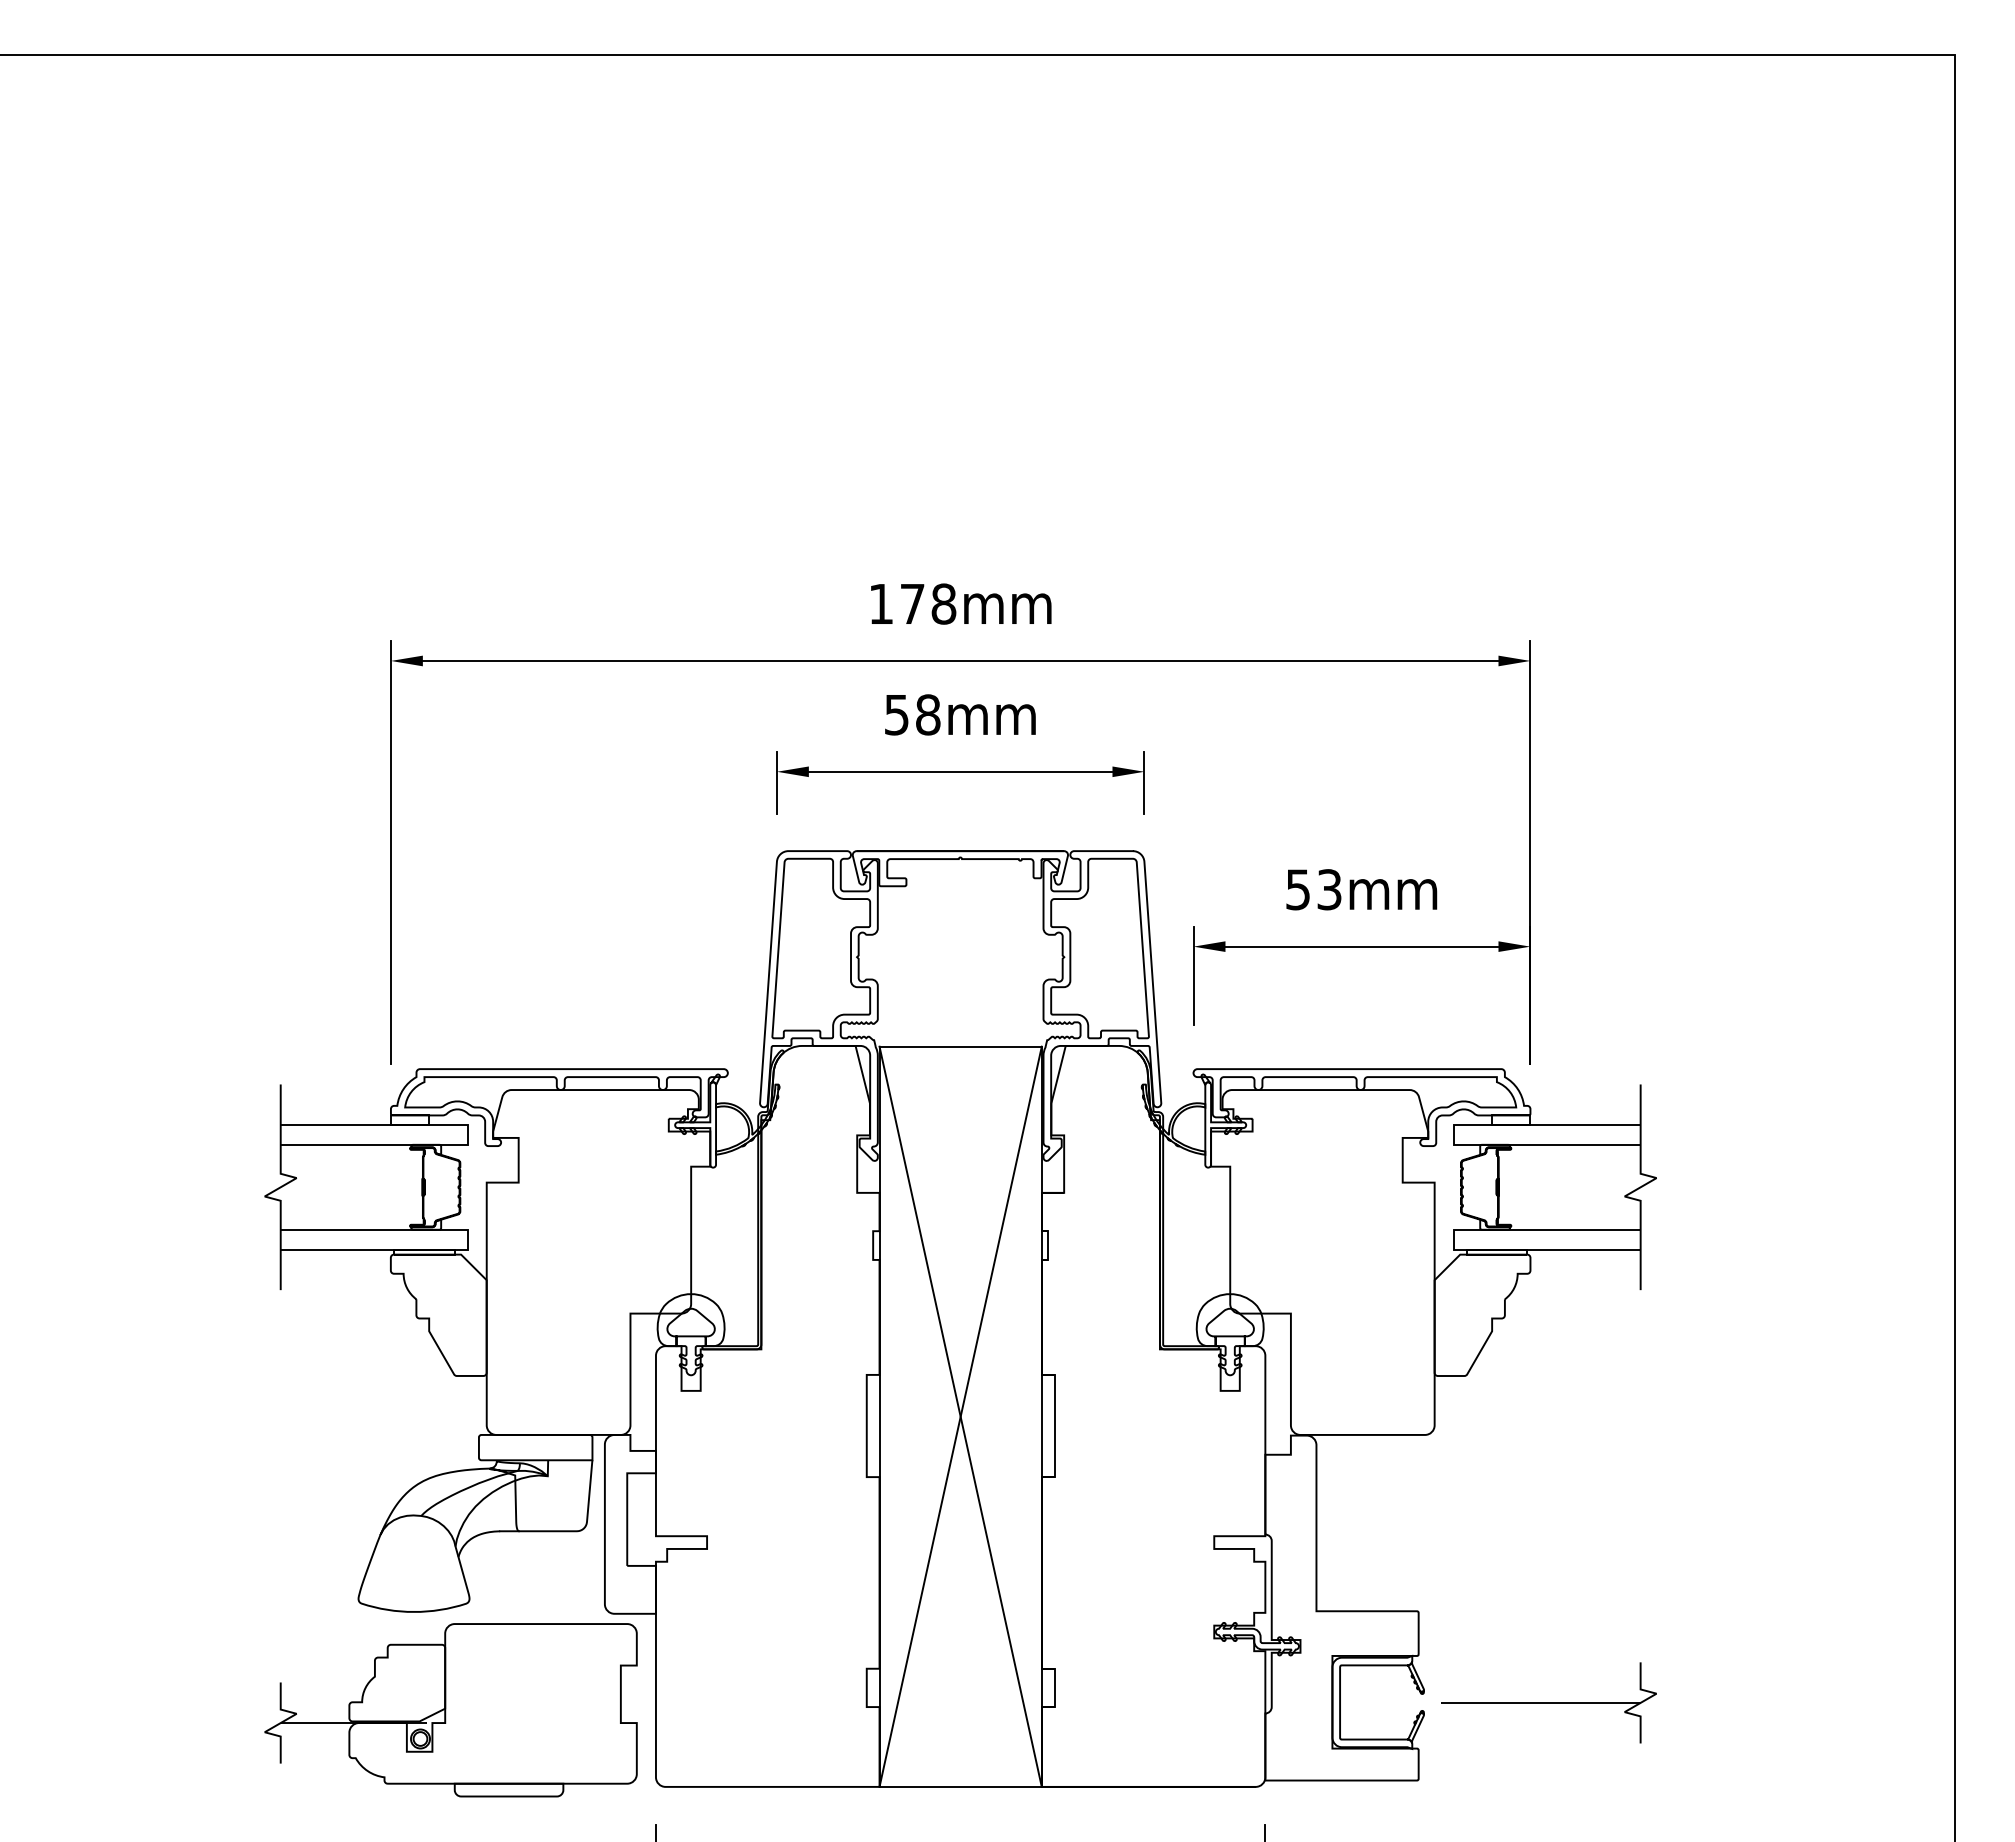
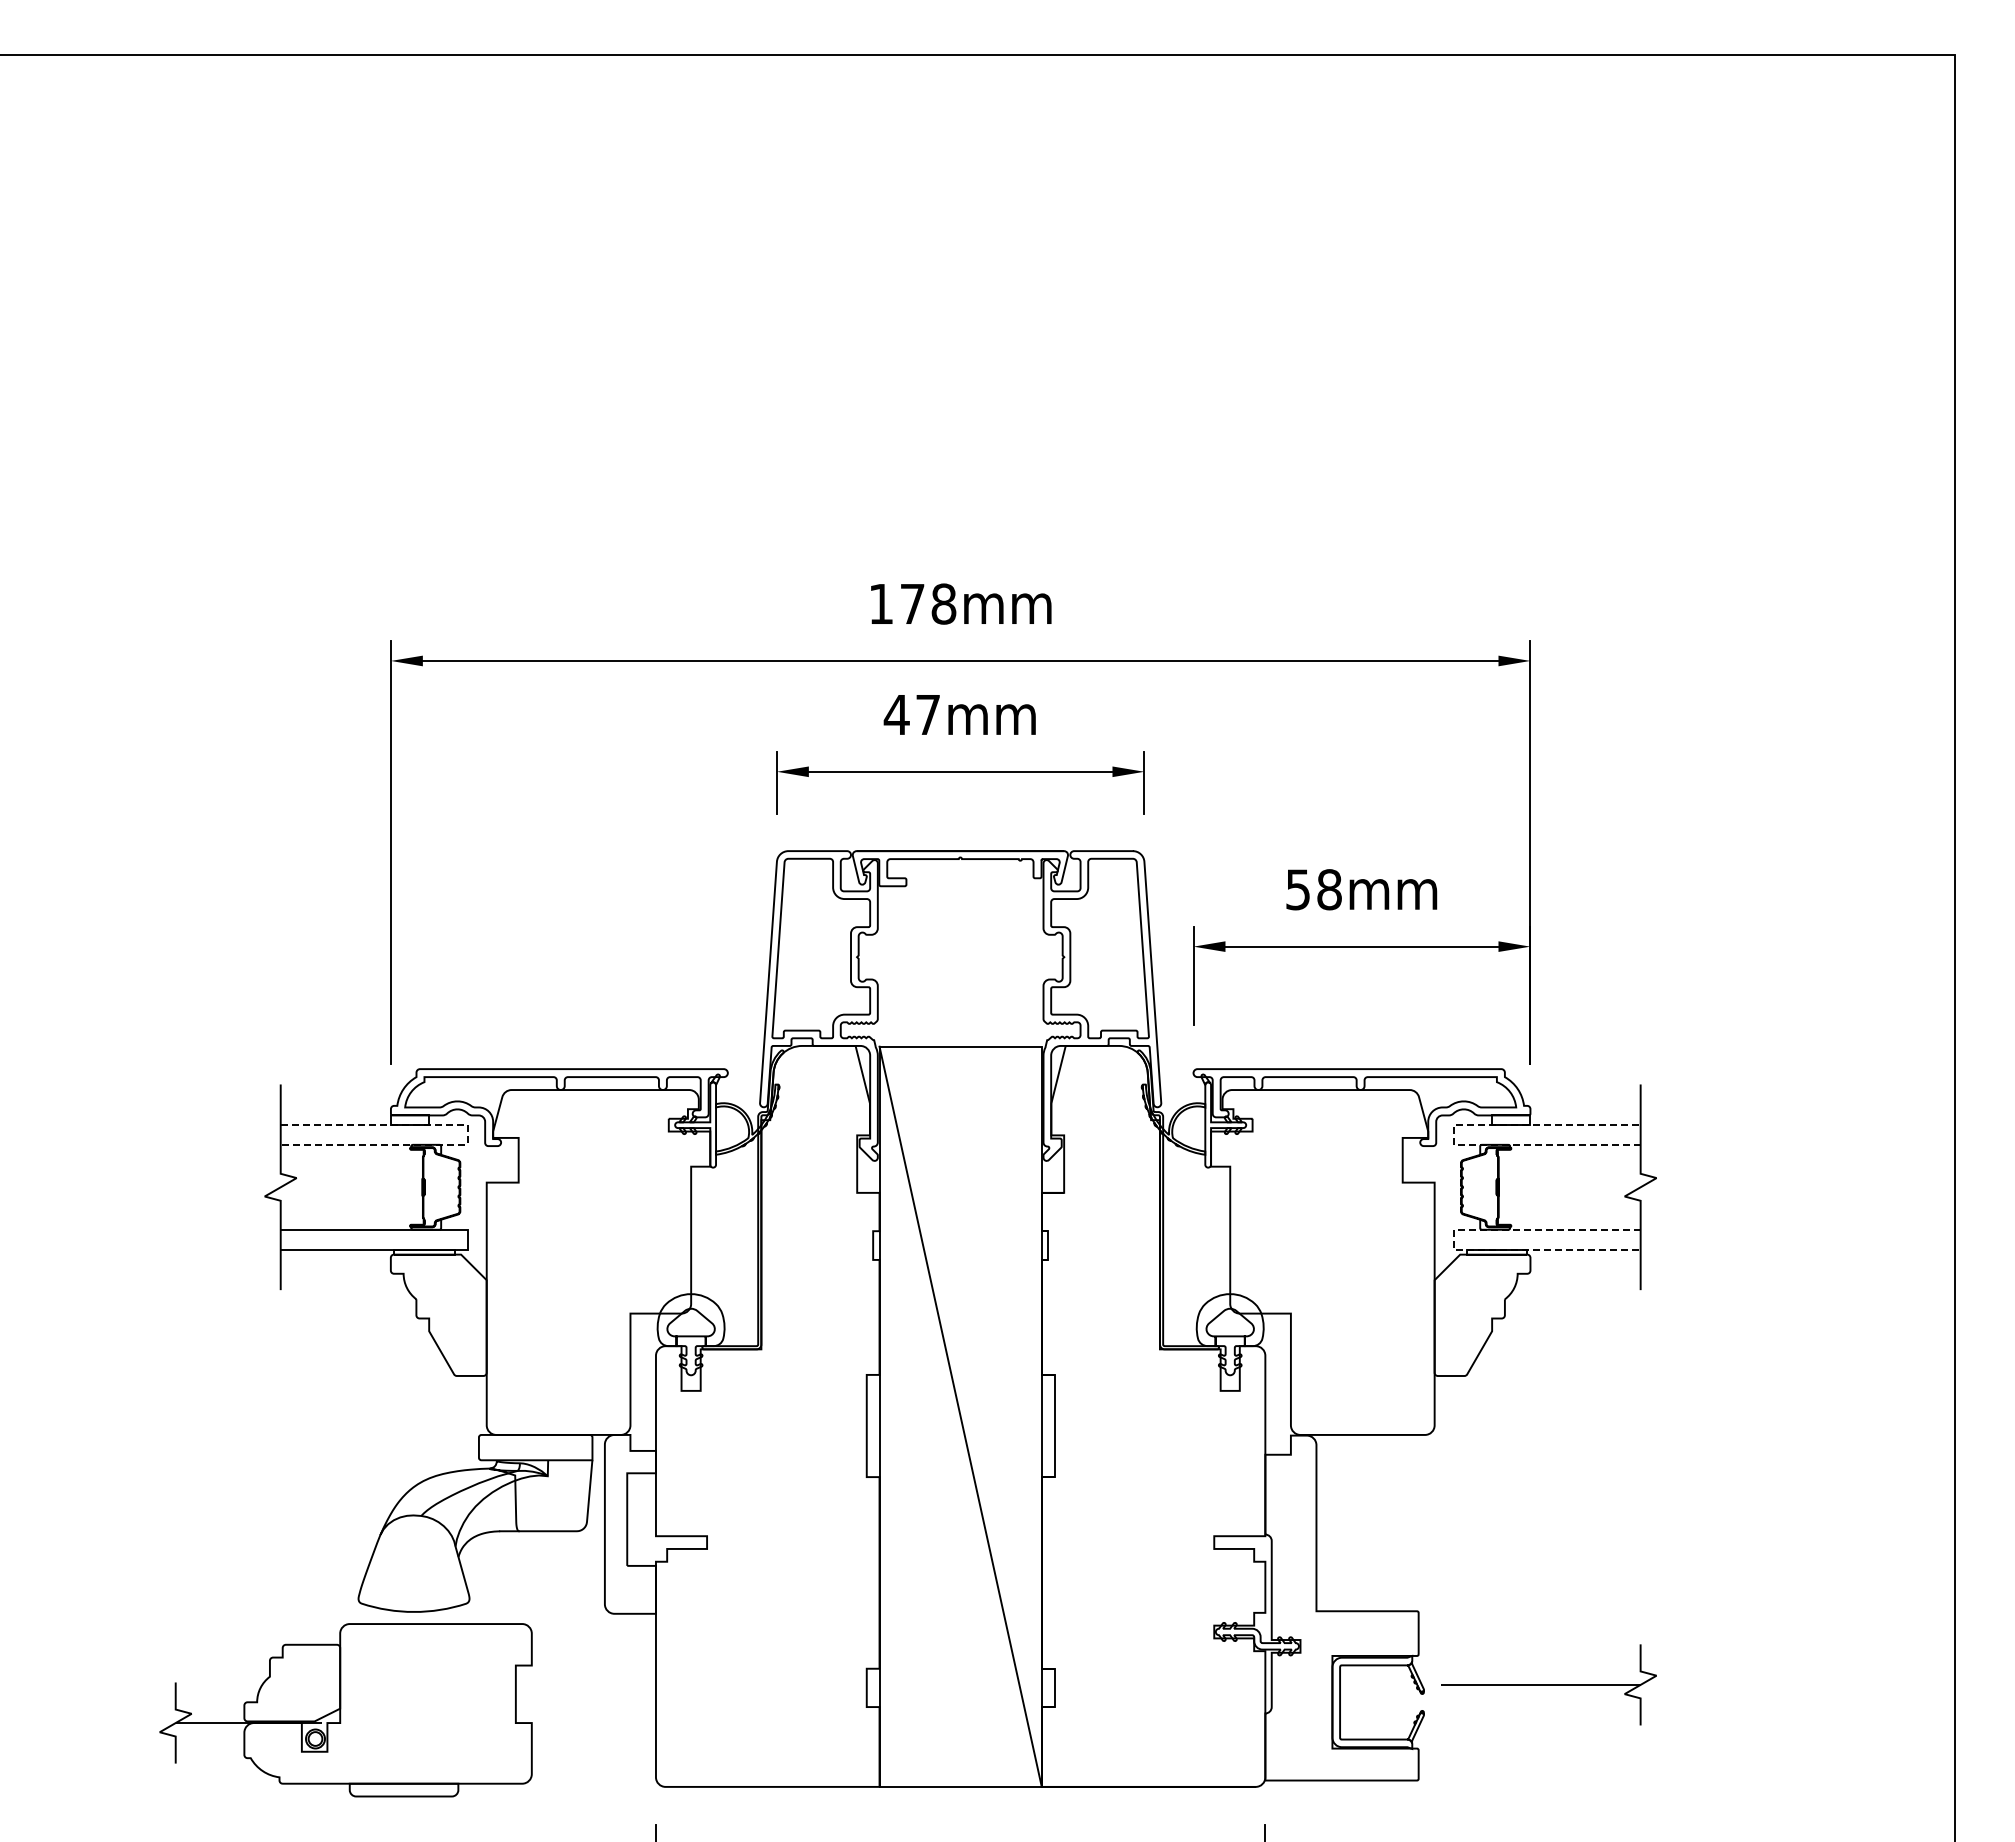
text at (911, 714): 58mm -> 47mm
text at (1329, 889): 53mm -> 58mm
line at (467, 1134): solid -> dashed
line at (1453, 1134): solid -> dashed
line at (1453, 1239): solid -> dashed
line at (960, 1416): present -> none
part at (1548, 1702) position: (1548, 1702) -> (1548, 1684)
part at (450, 1710) position: (450, 1710) -> (345, 1710)
